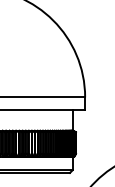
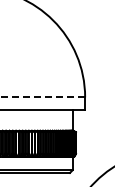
line at (42, 97): solid -> dashed
